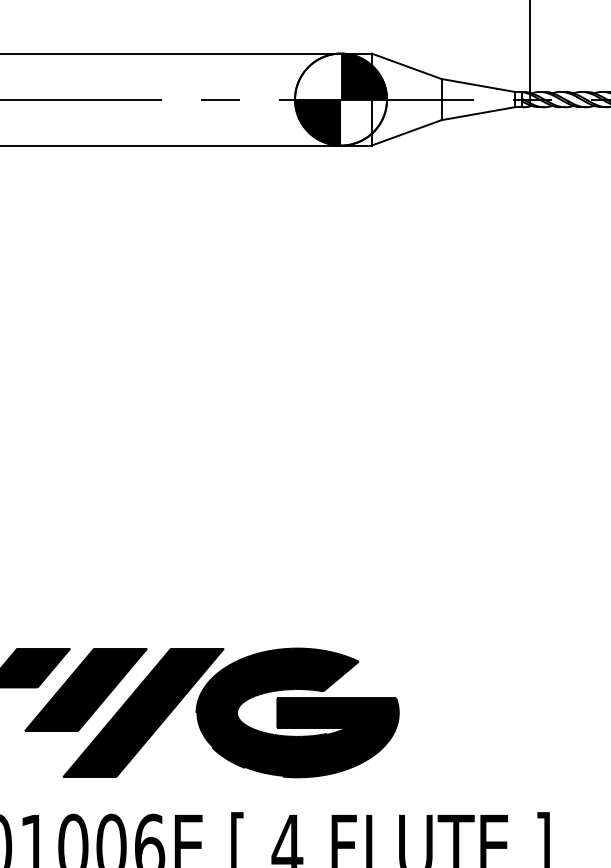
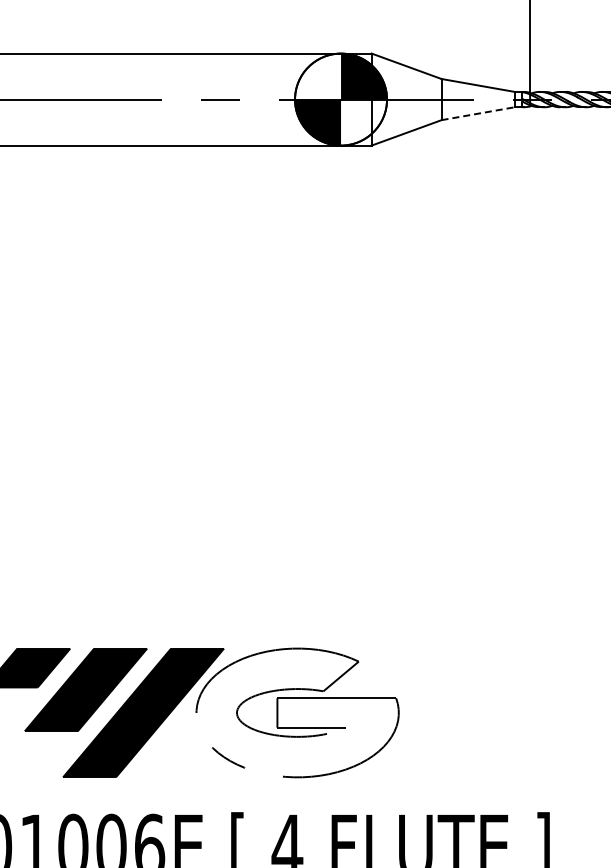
line at (478, 113): solid -> dashed
fill at (297, 712): present -> none
